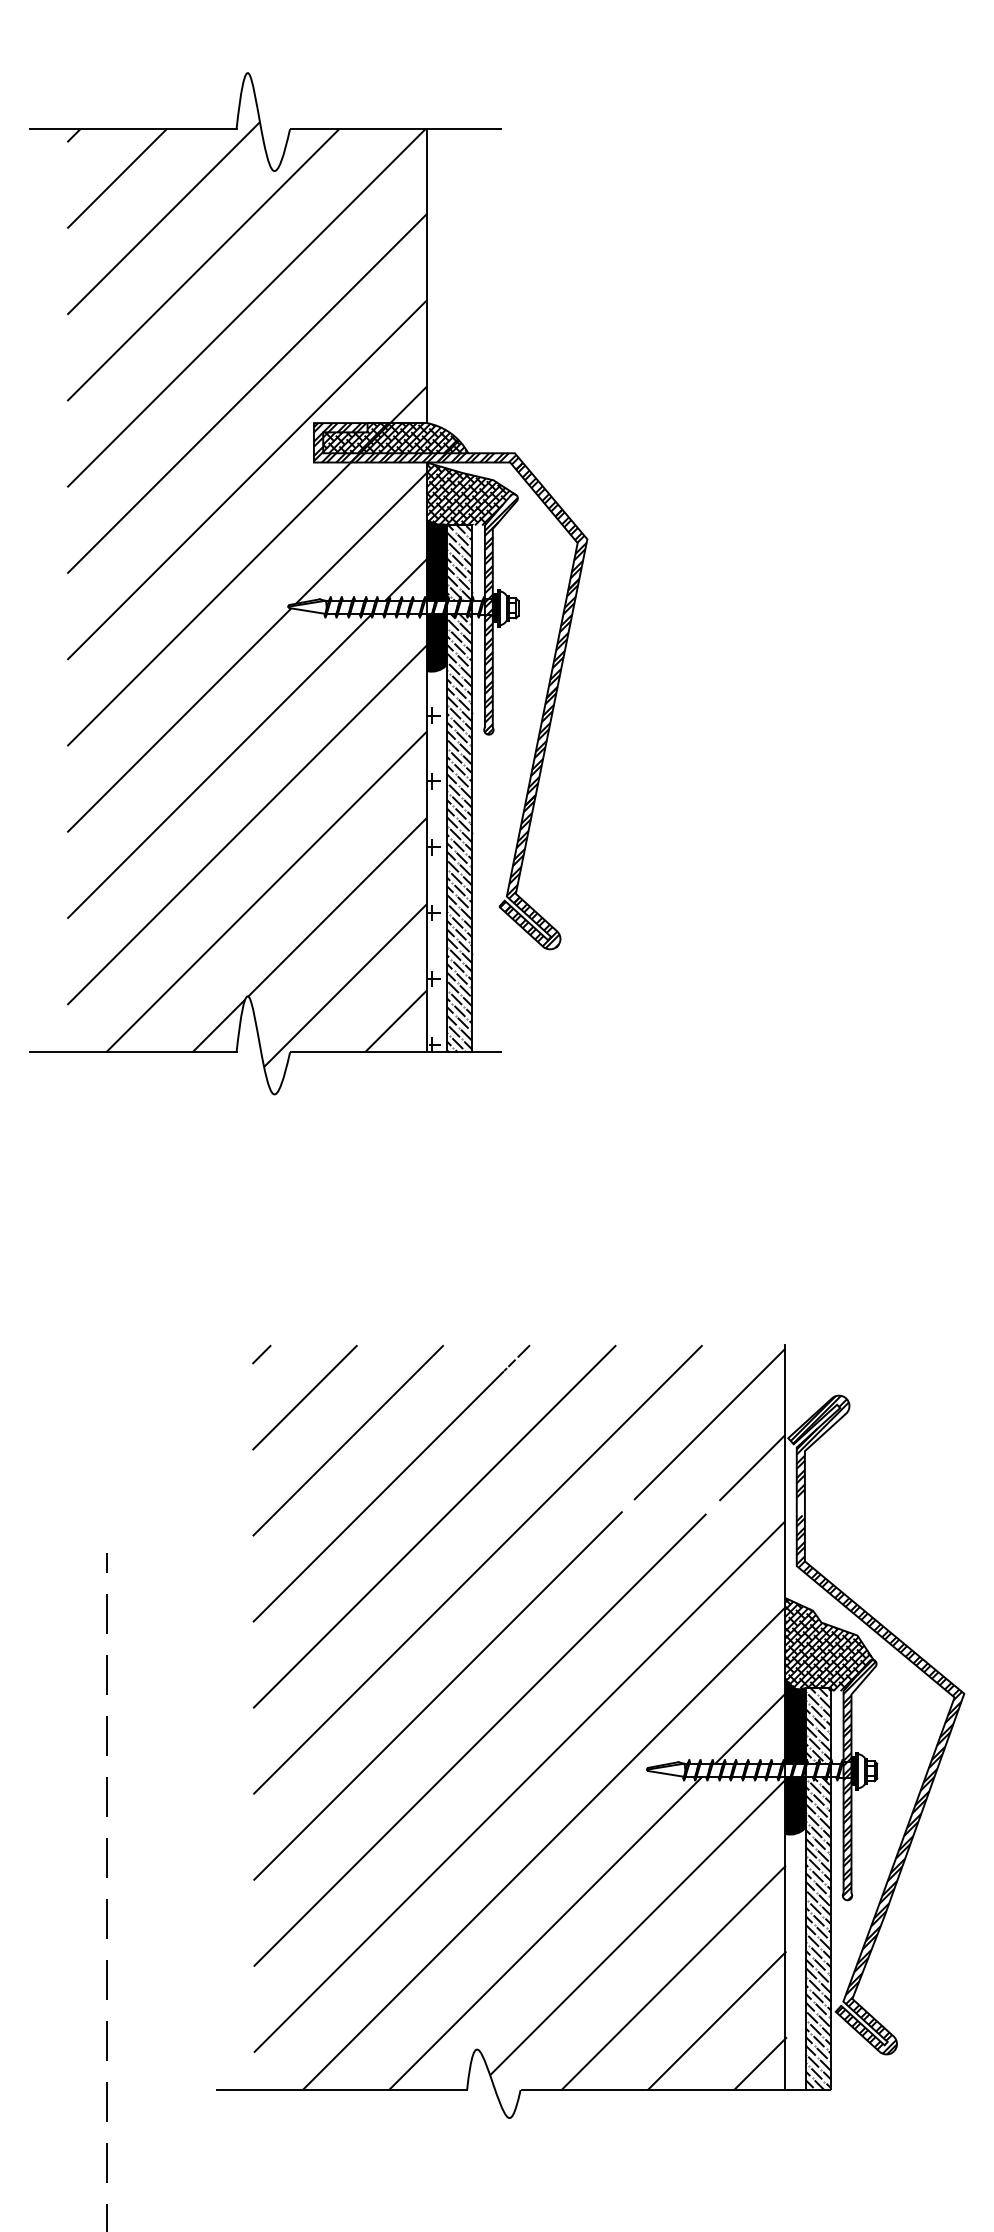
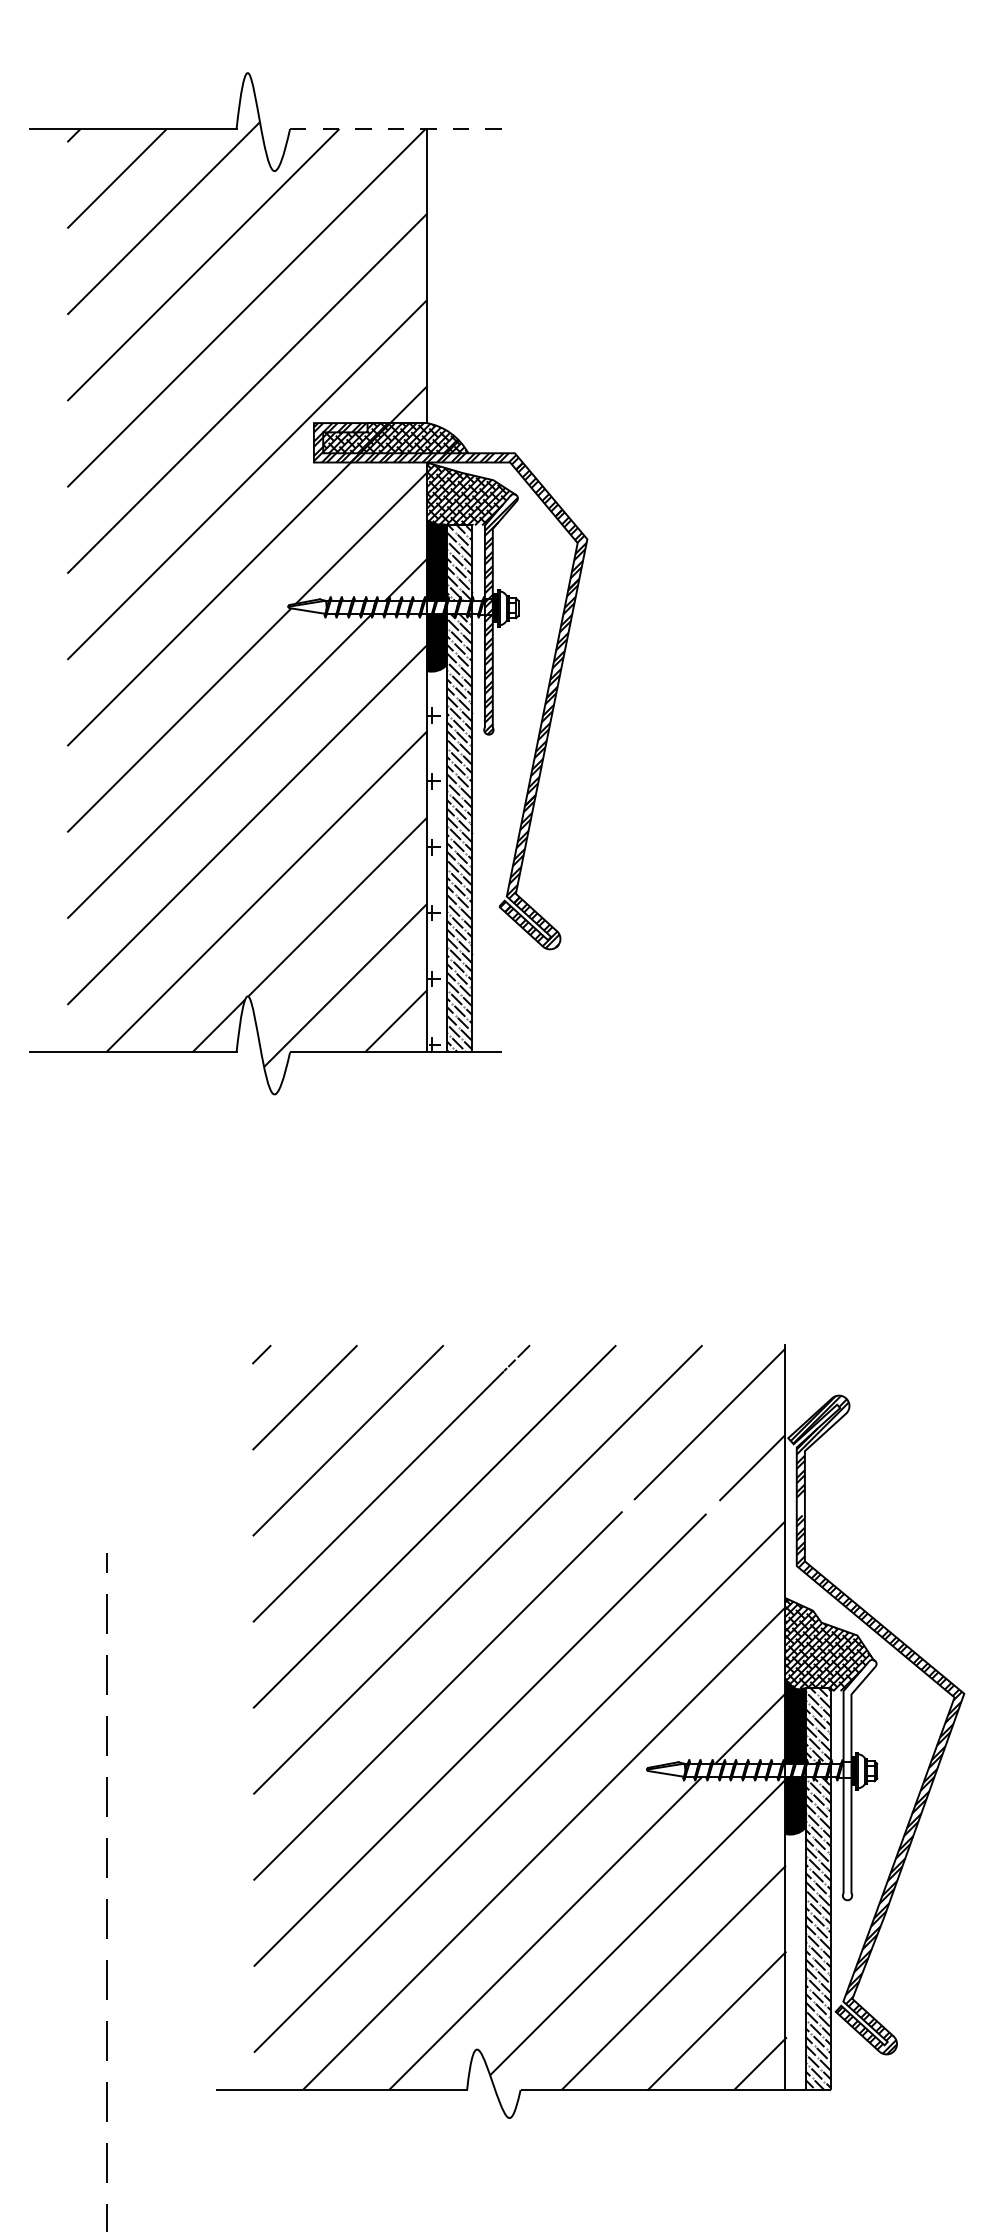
line at (395, 129): solid -> dashed
hatch at (858, 1779): present -> none
